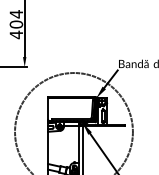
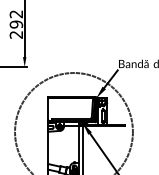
text at (16, 24): 404 -> 292
